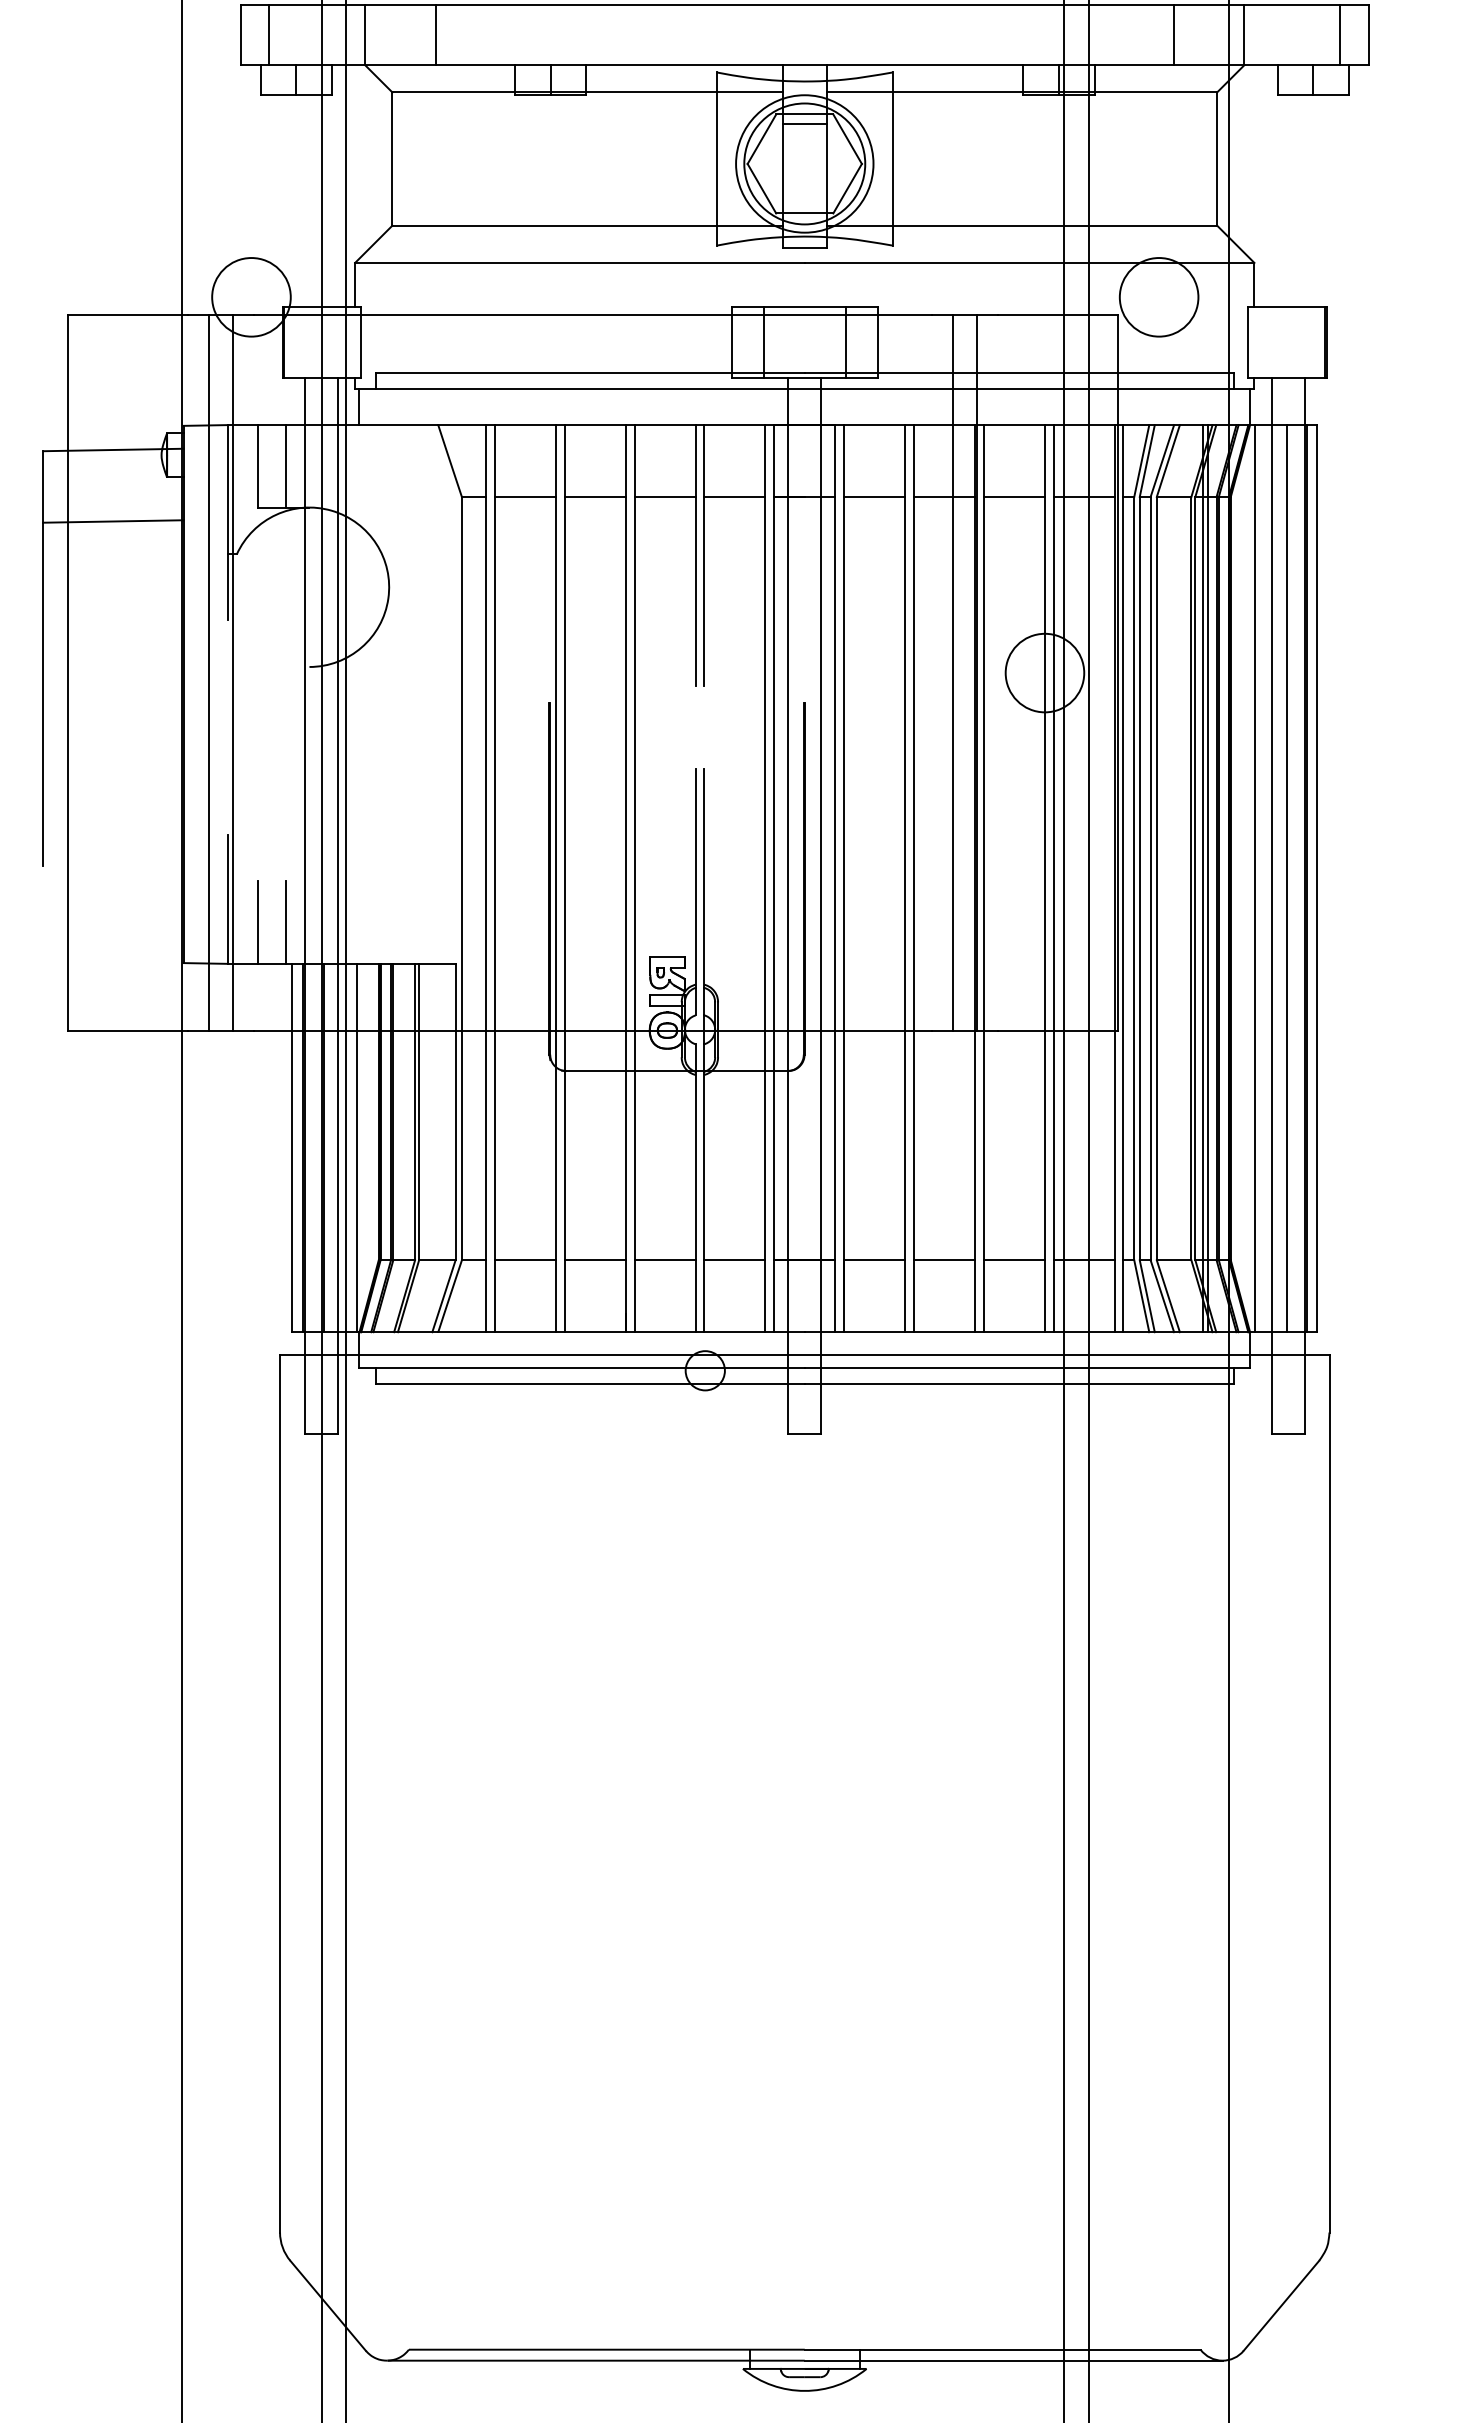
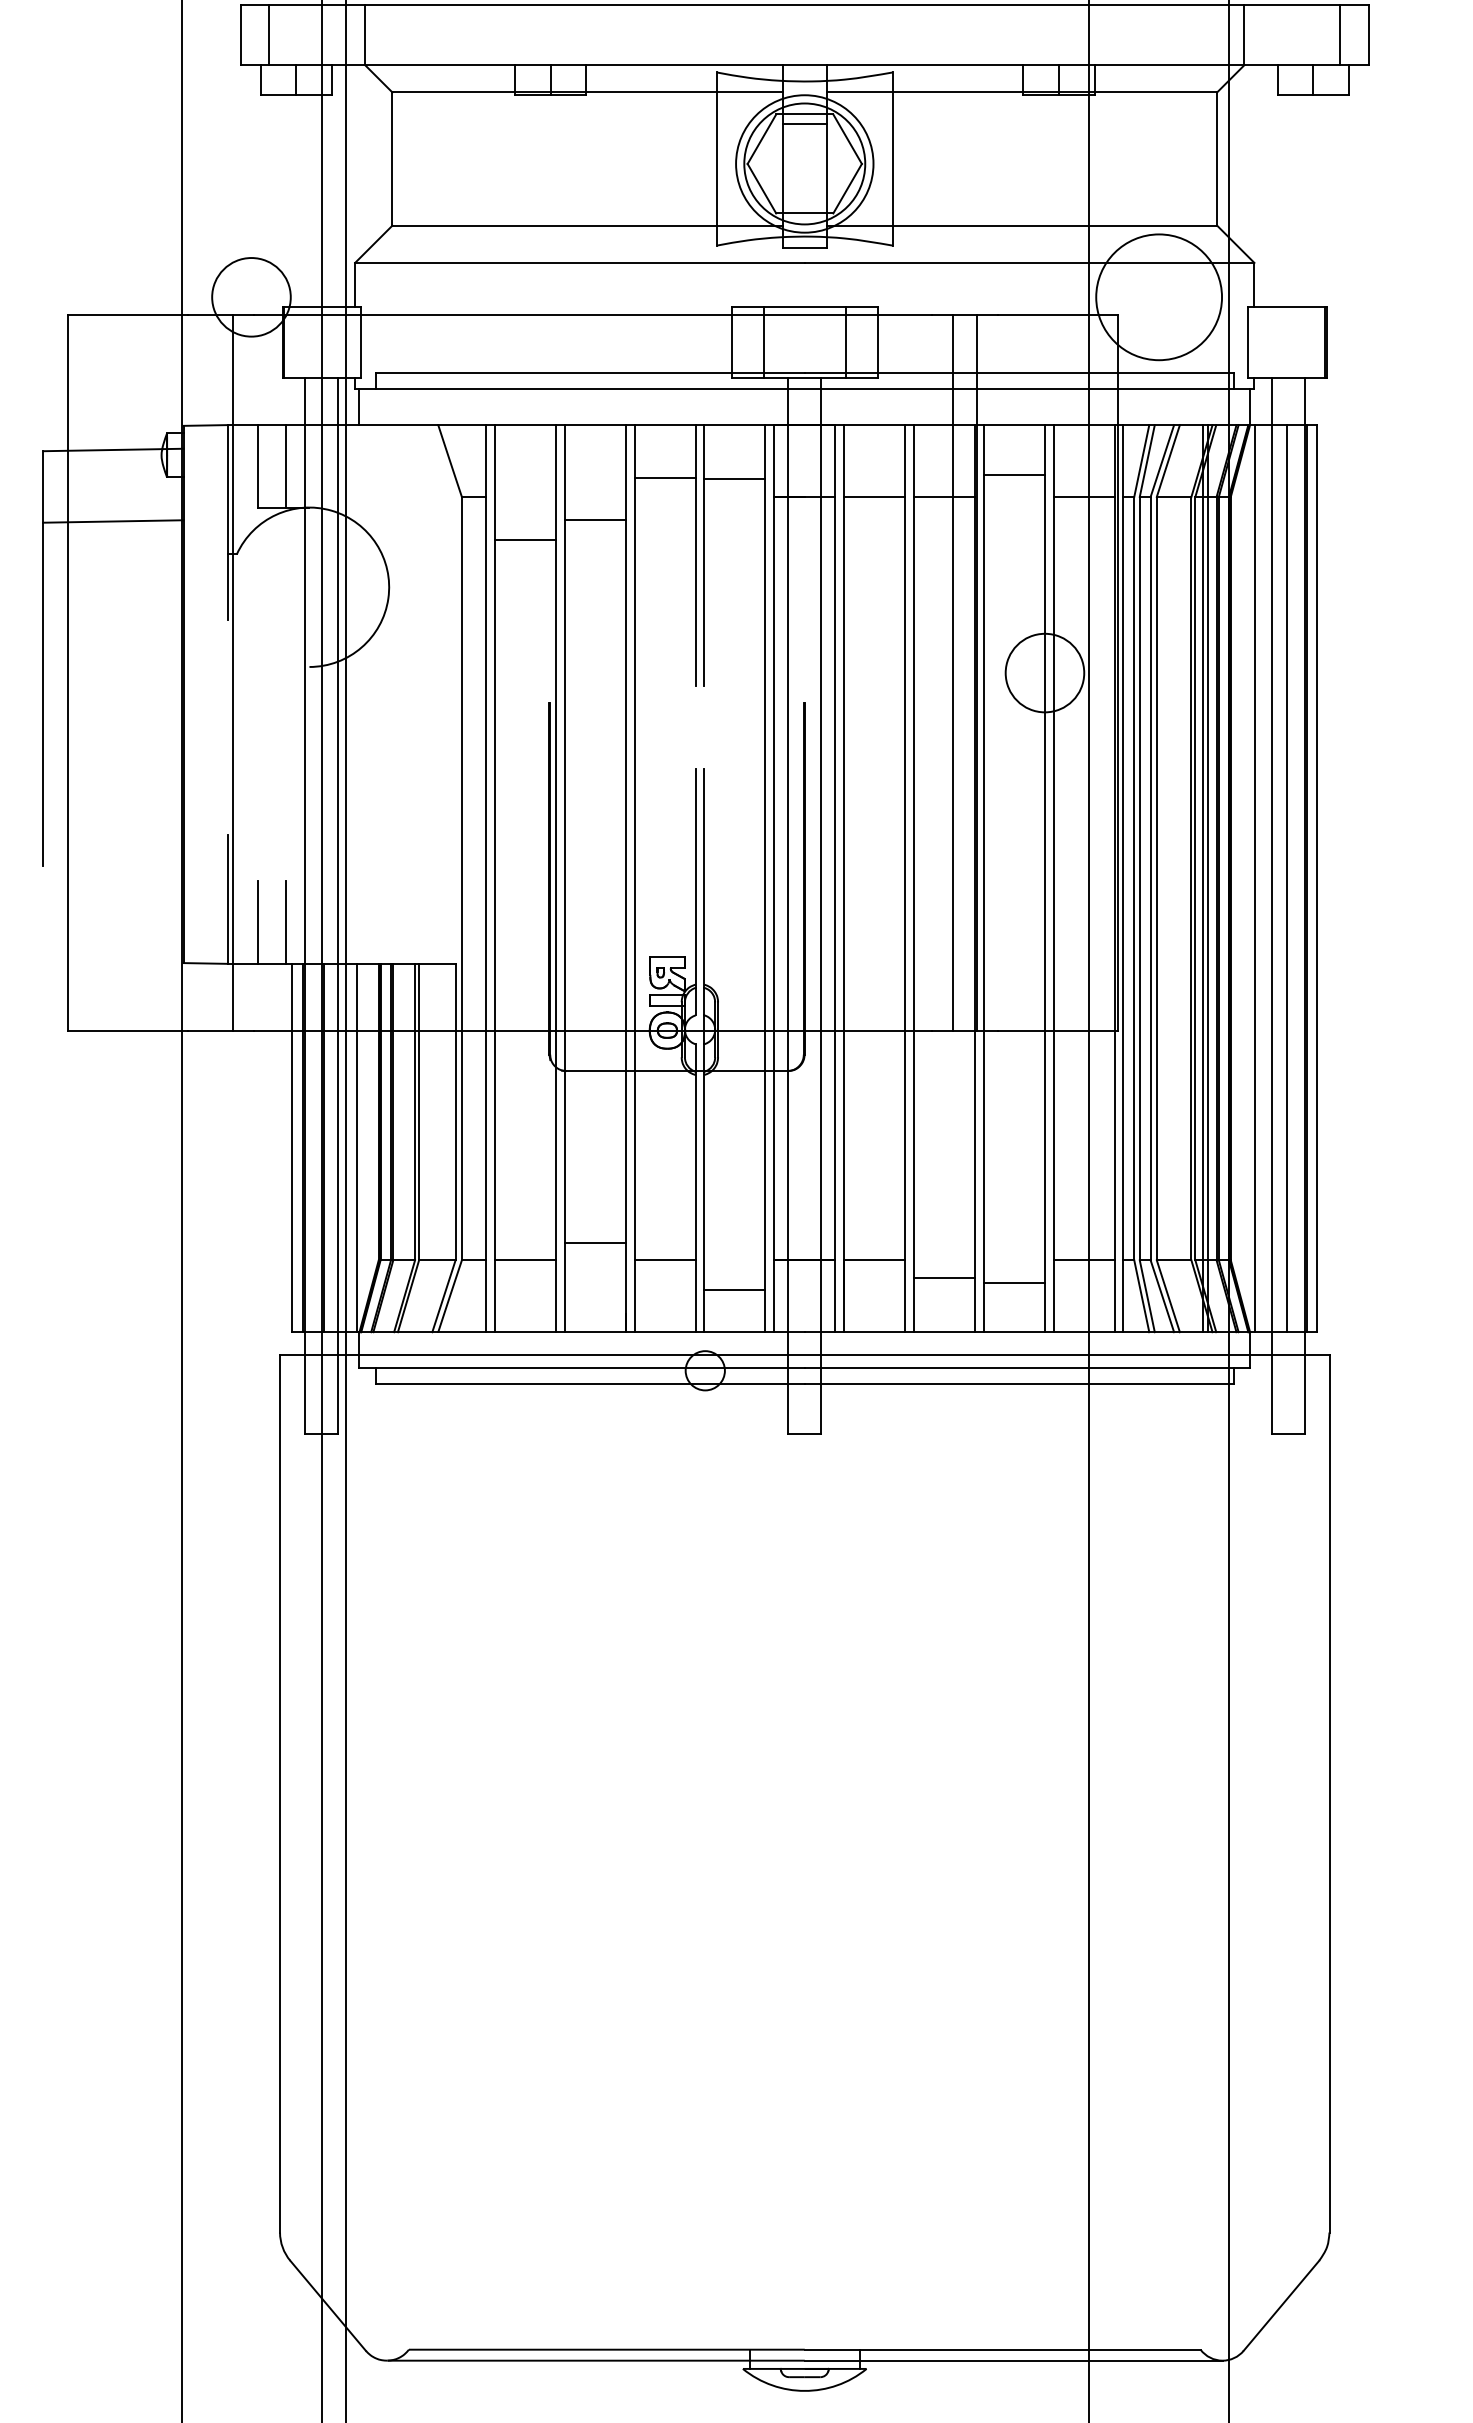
line at (435, 34): present -> none
line at (1173, 34): present -> none
circle at (1158, 297) diameter: 79 px -> 126 px
line at (525, 496) position: (525, 496) -> (525, 539)
line at (594, 496) position: (594, 496) -> (594, 519)
line at (664, 496) position: (664, 496) -> (664, 477)
line at (734, 496) position: (734, 496) -> (734, 478)
line at (1013, 496) position: (1013, 496) -> (1013, 474)
line at (208, 672): present -> none
line at (1064, 1210): present -> none
line at (594, 1260) position: (594, 1260) -> (594, 1243)
line at (734, 1260) position: (734, 1260) -> (734, 1290)
line at (943, 1260) position: (943, 1260) -> (943, 1278)
line at (1013, 1260) position: (1013, 1260) -> (1013, 1283)
